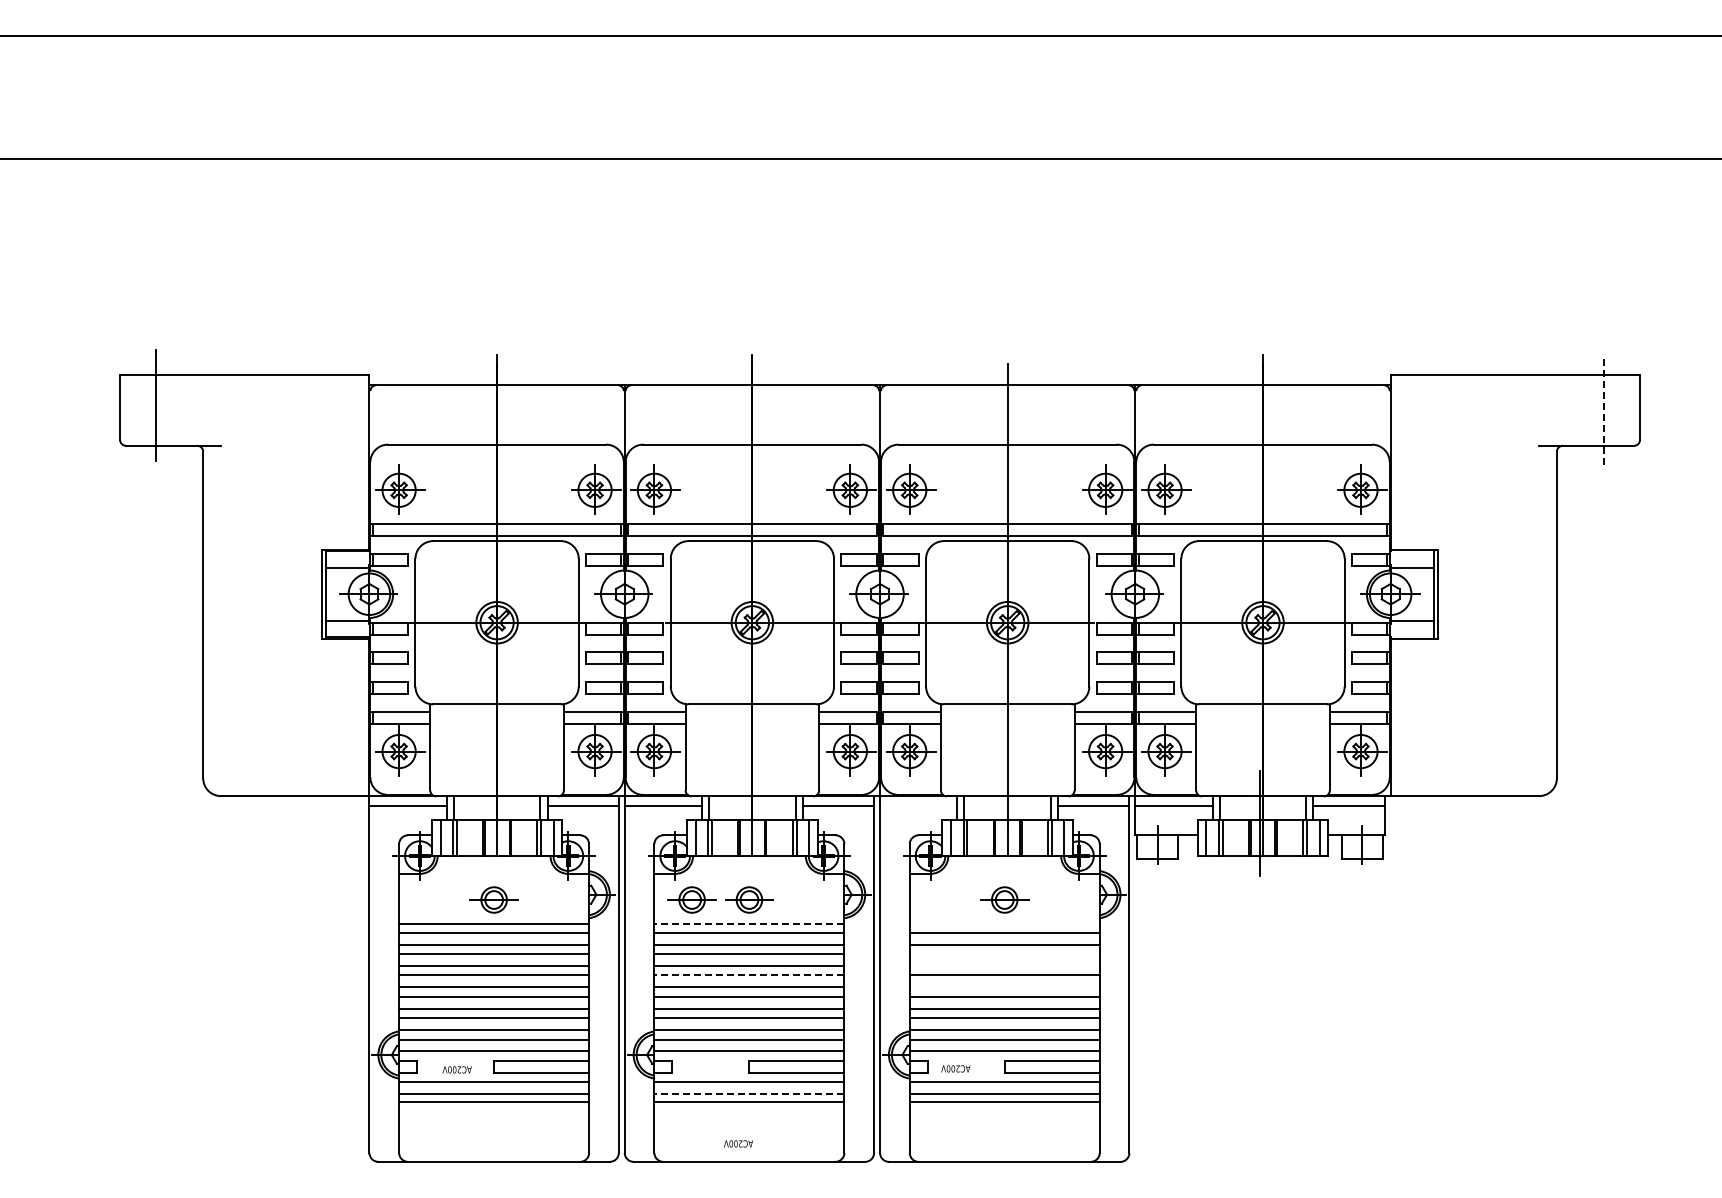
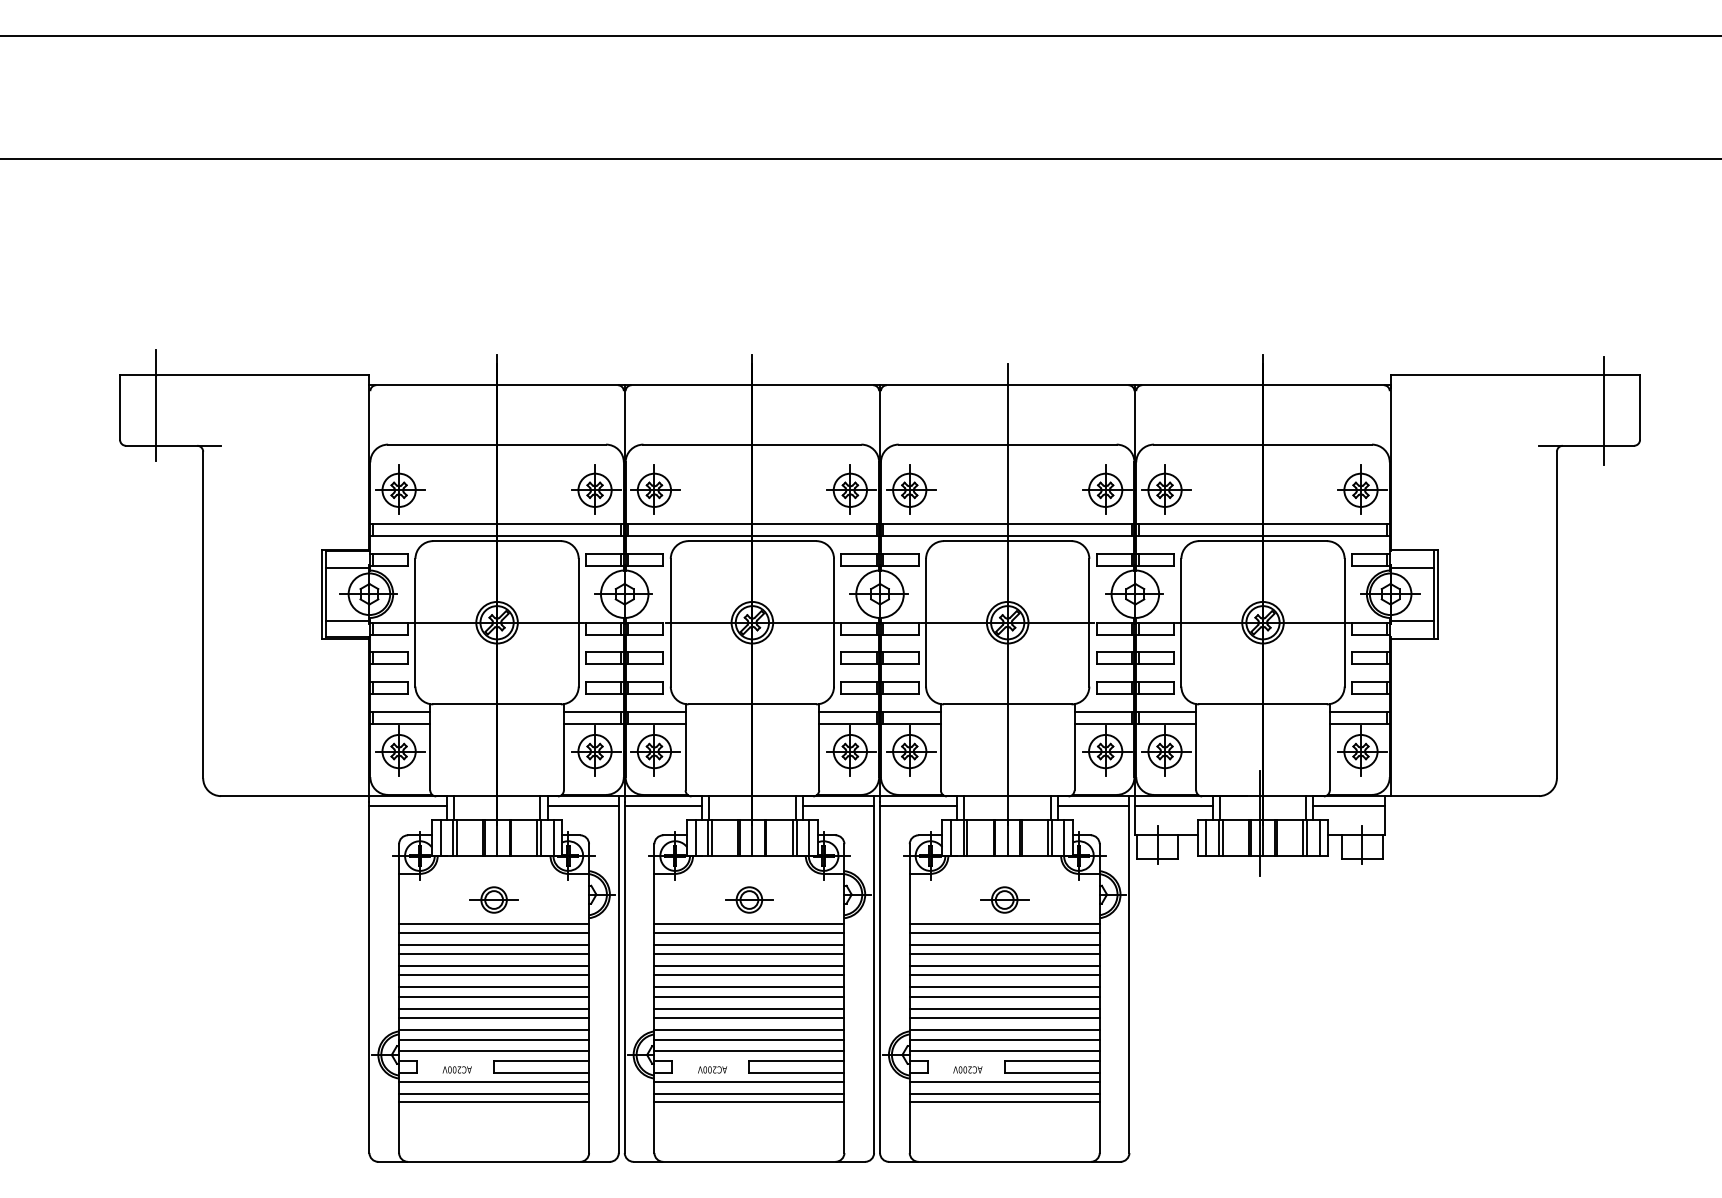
line at (1604, 410): dashed -> solid
line at (918, 805): none -> present
part at (691, 899): present -> none
line at (749, 924): dashed -> solid
line at (1004, 924): none -> present
line at (1004, 954): none -> present
line at (1004, 965): none -> present
line at (749, 975): dashed -> solid
line at (1004, 987): none -> present
text at (955, 1068) position: (955, 1068) -> (967, 1069)
line at (749, 1094): dashed -> solid
text at (738, 1143) position: (738, 1143) -> (712, 1069)
